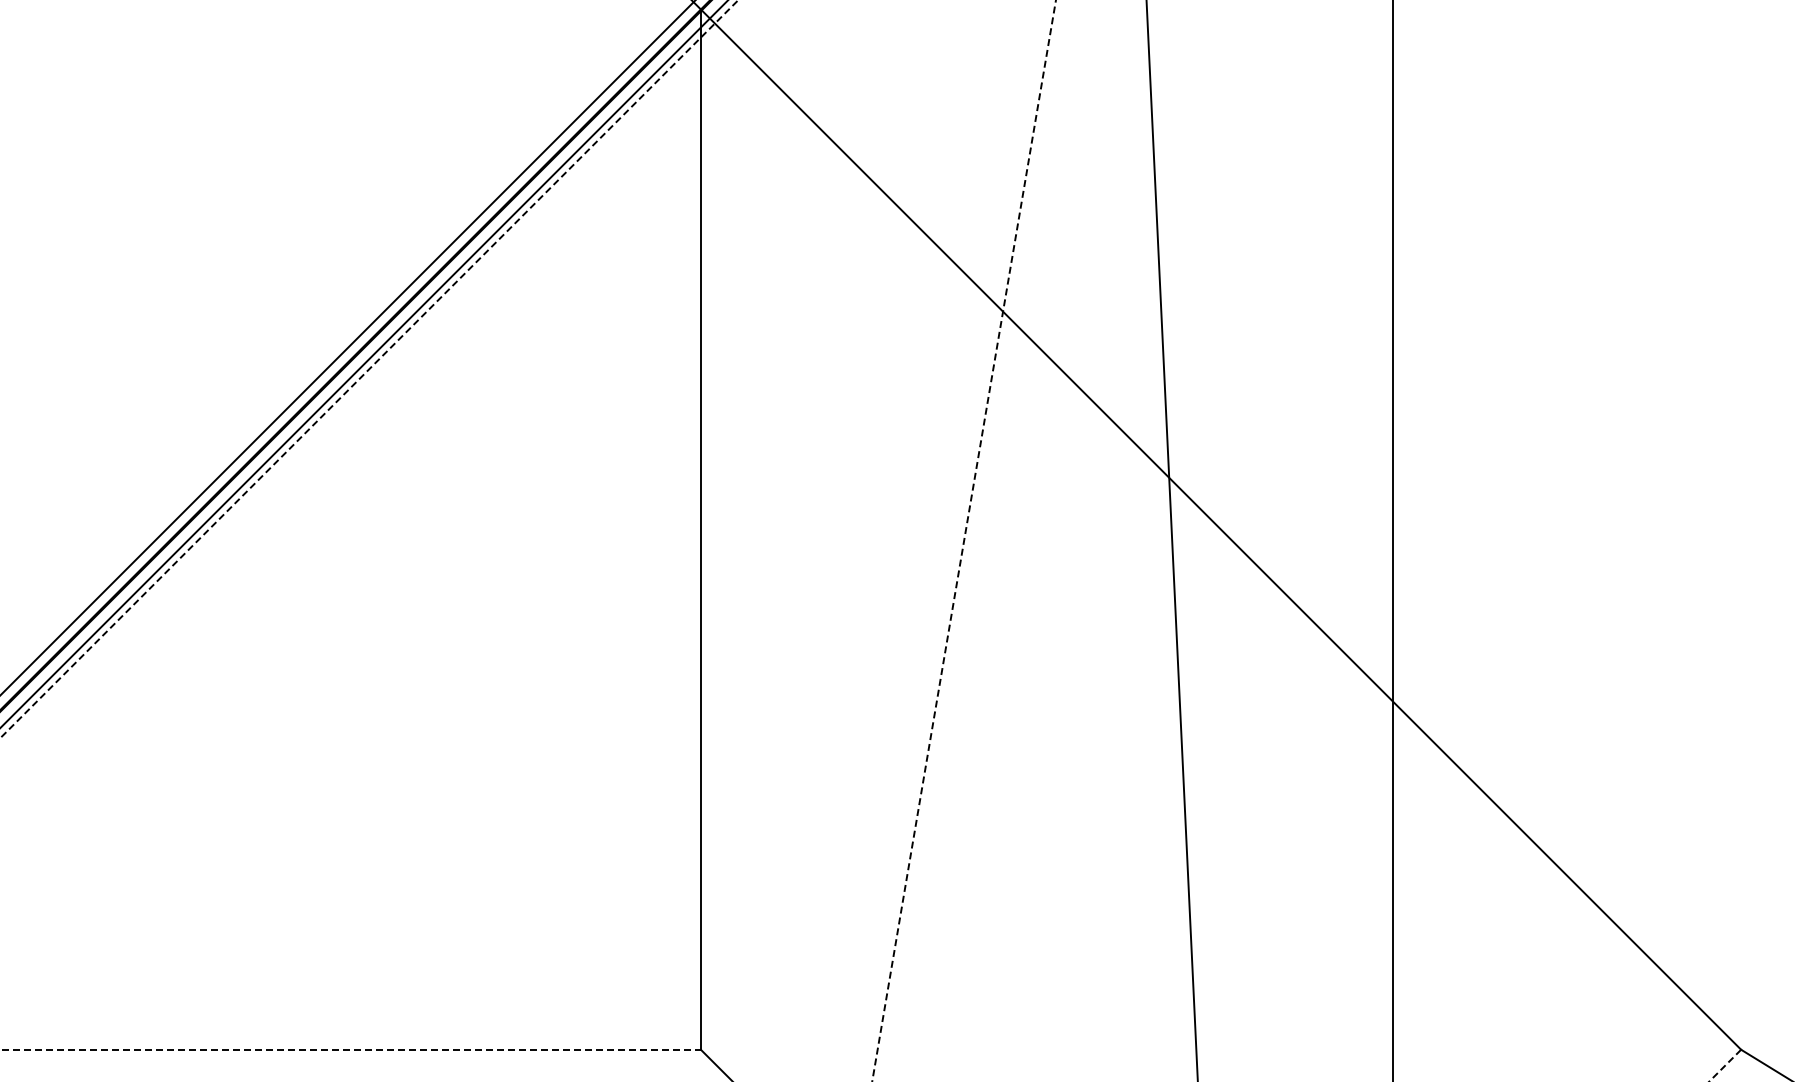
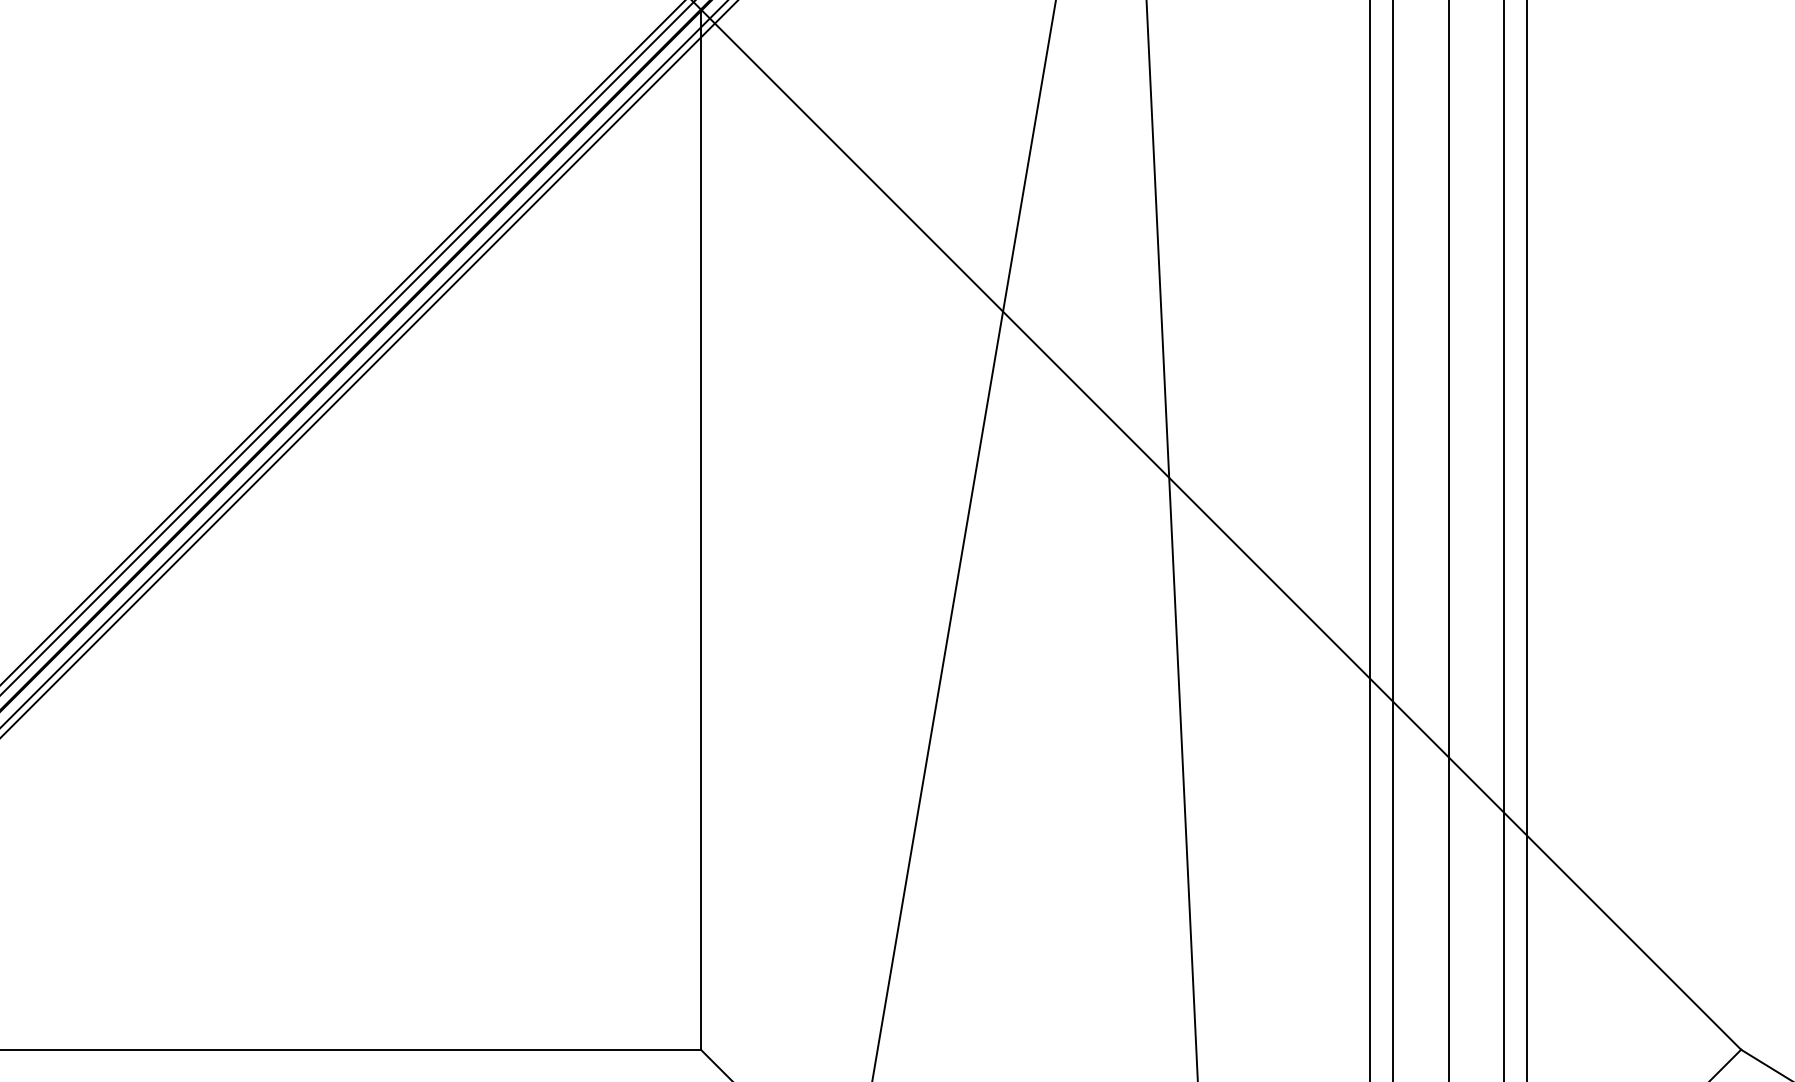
line at (342, 342): none -> present
line at (369, 369): dashed -> solid
line at (1370, 540): none -> present
line at (1448, 540): none -> present
line at (1504, 540): none -> present
line at (1527, 540): none -> present
line at (963, 541): dashed -> solid
line at (351, 1049): dashed -> solid
line at (1724, 1066): dashed -> solid
